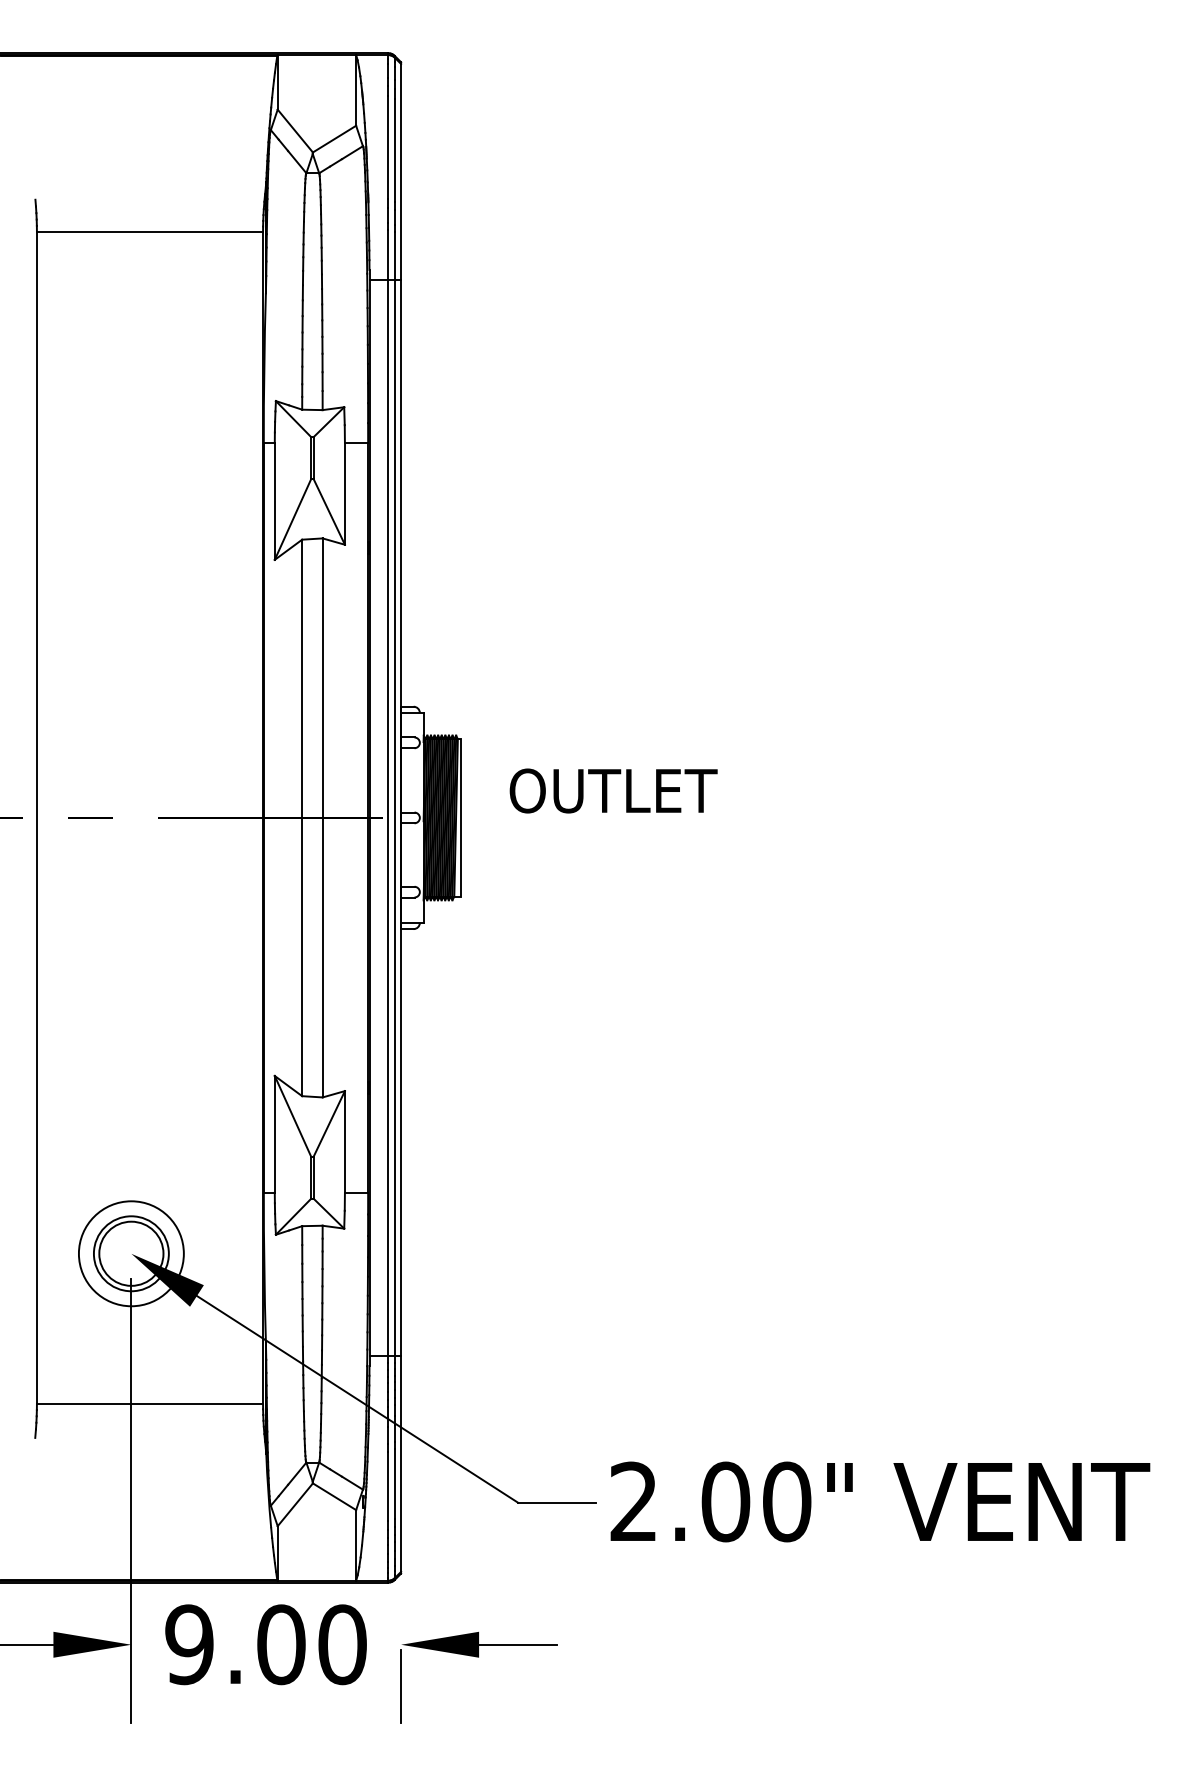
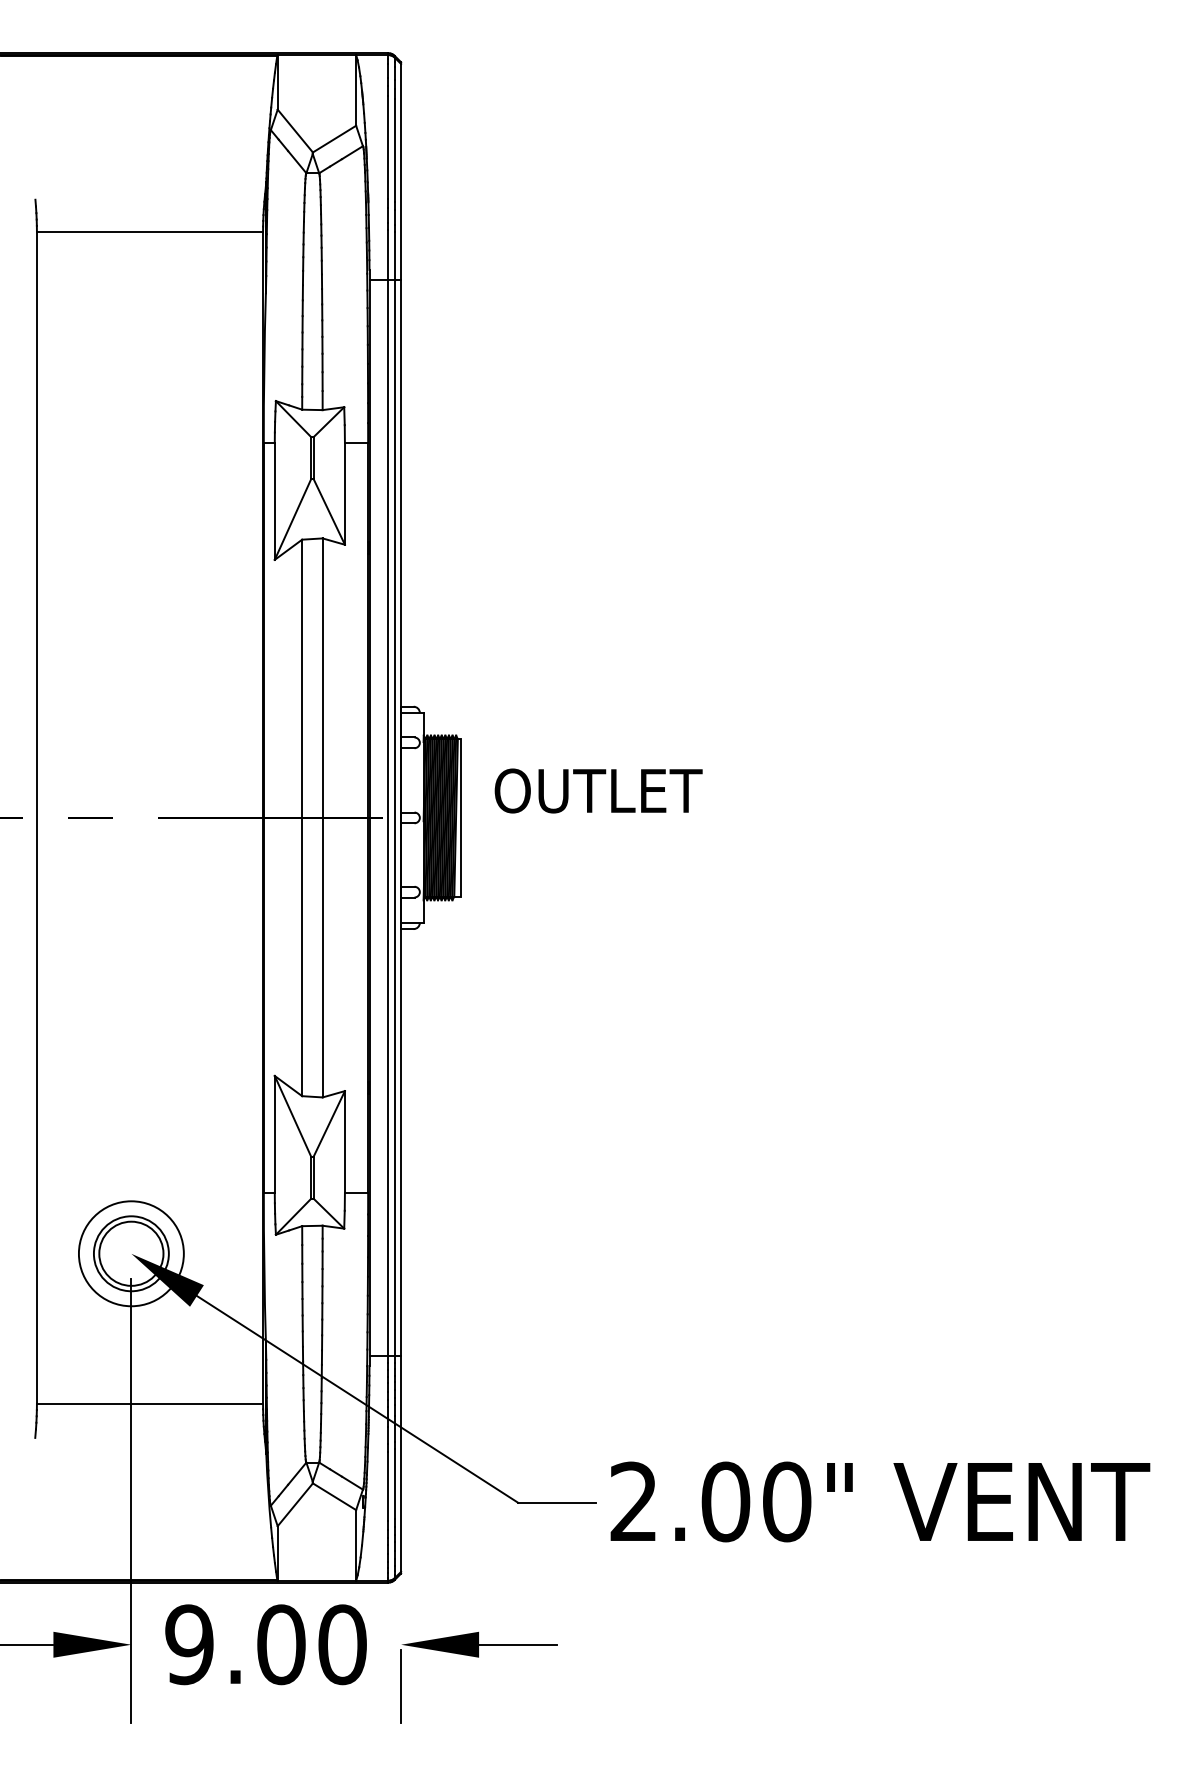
text at (613, 790) position: (613, 790) -> (598, 790)
